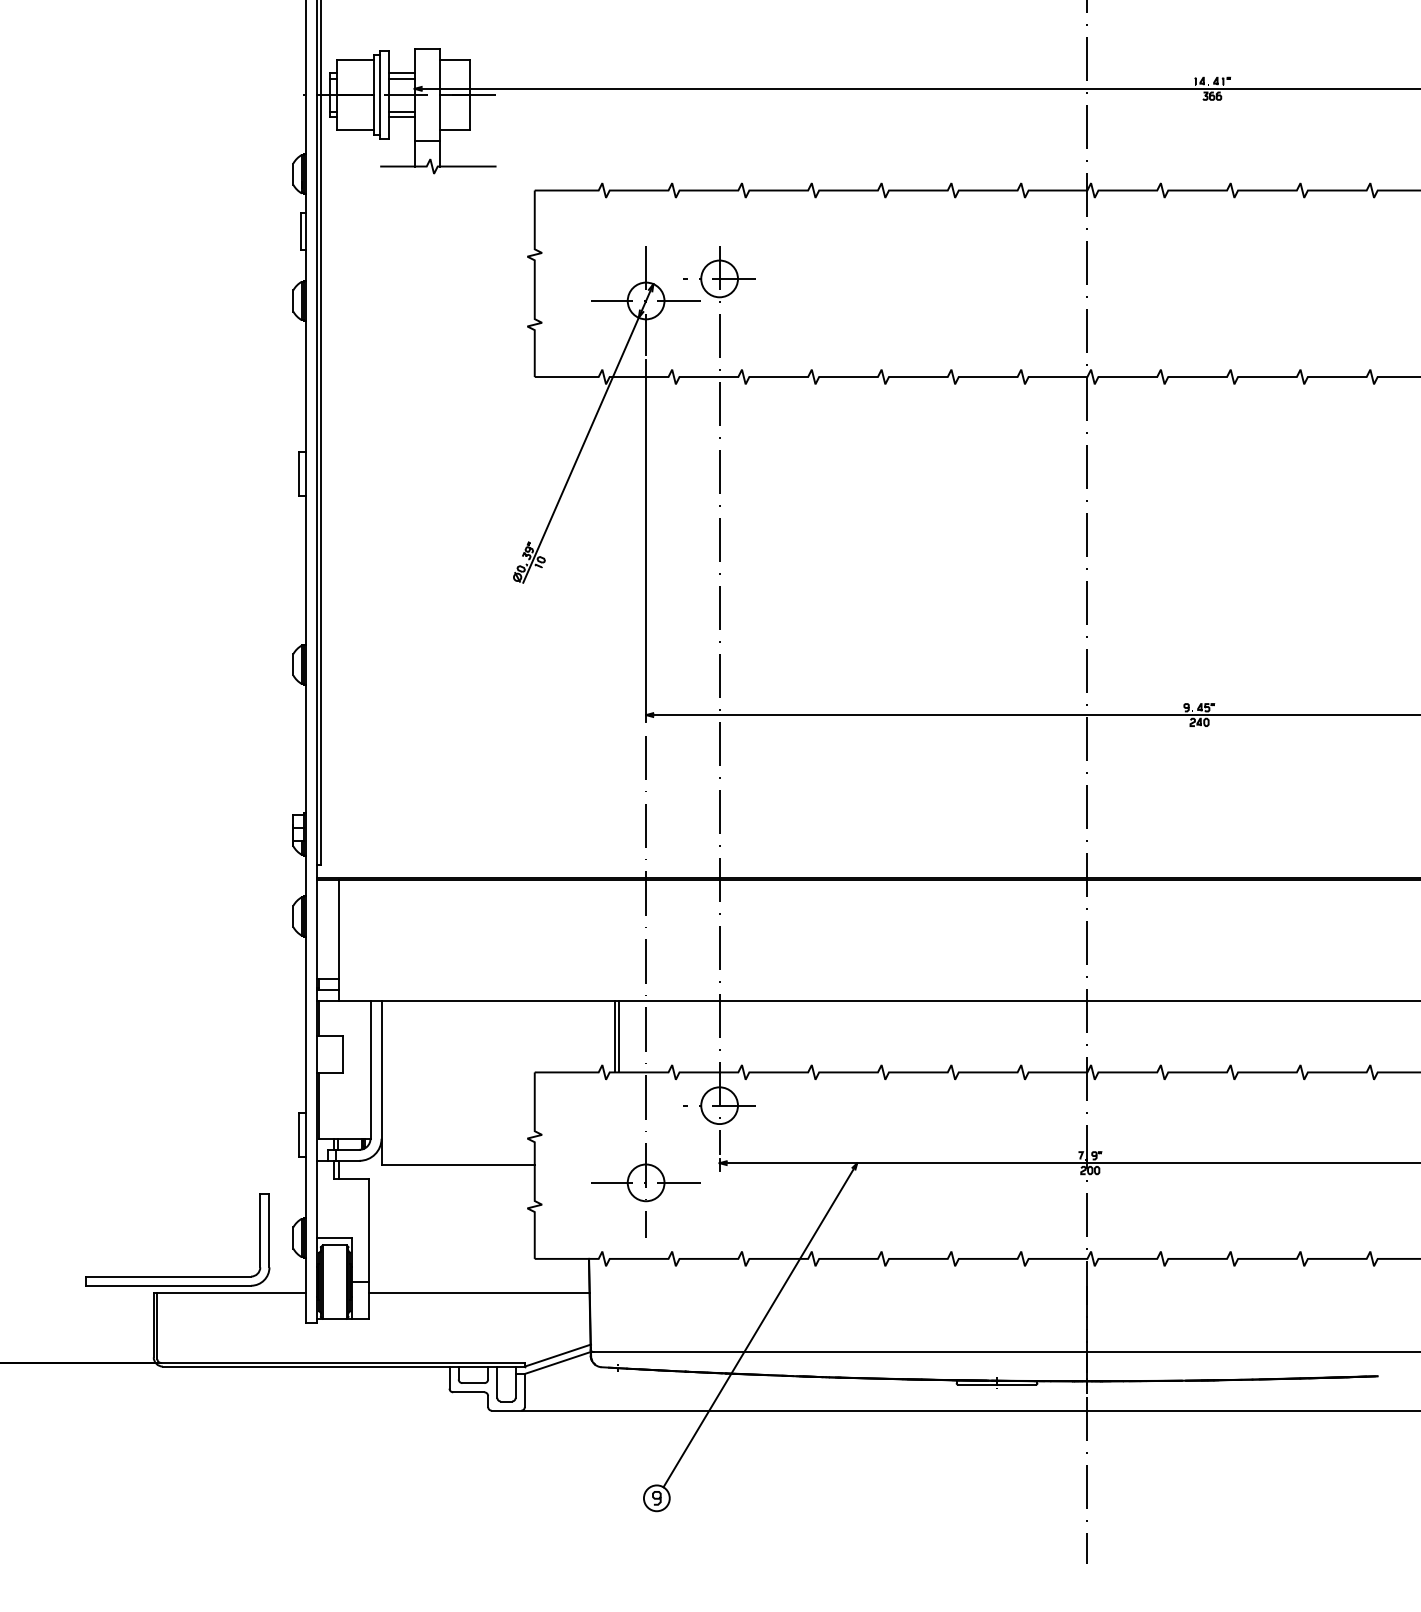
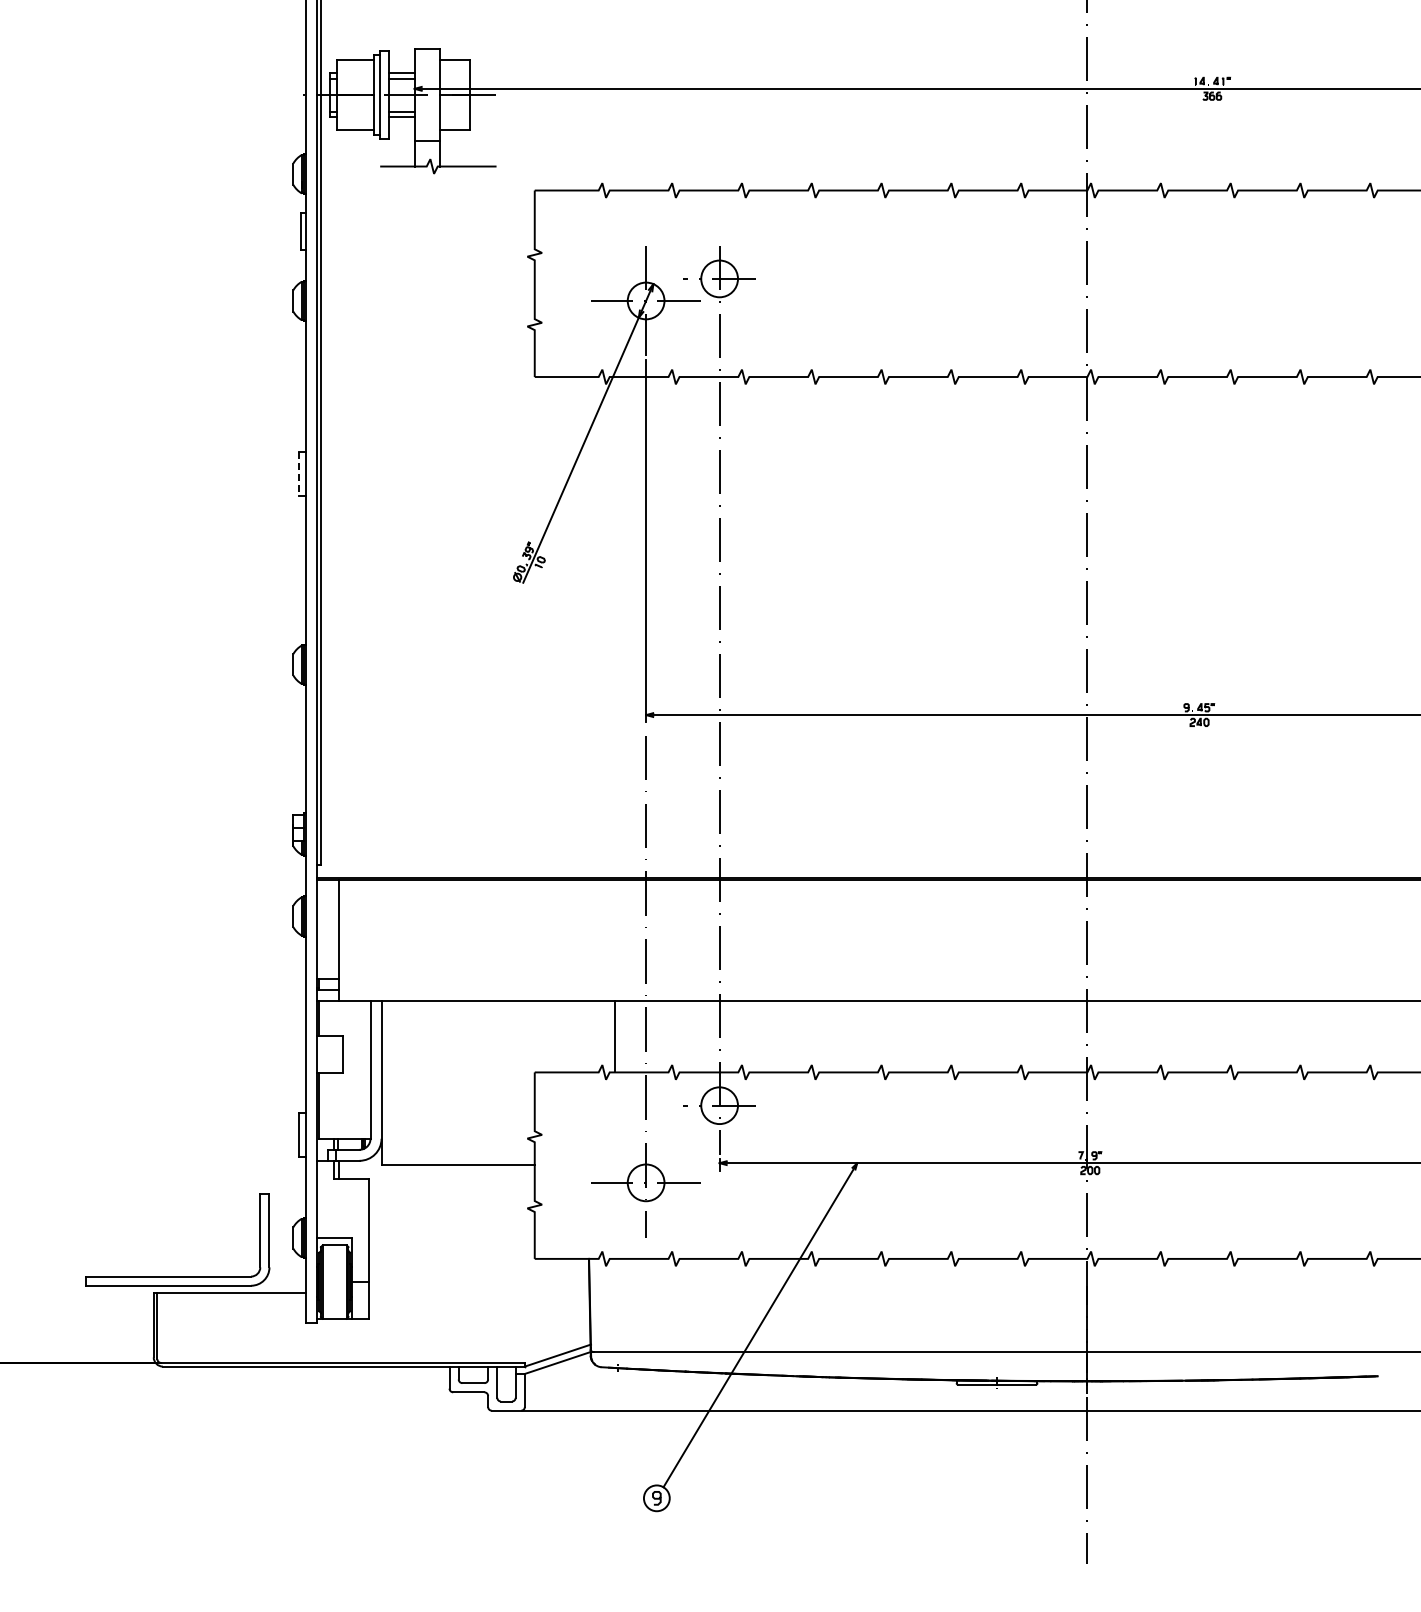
line at (298, 474): solid -> dashed
line at (618, 1036): present -> none
line at (478, 1293): present -> none
